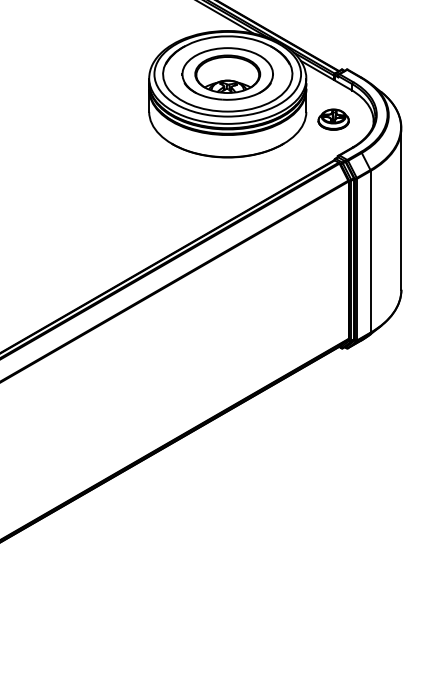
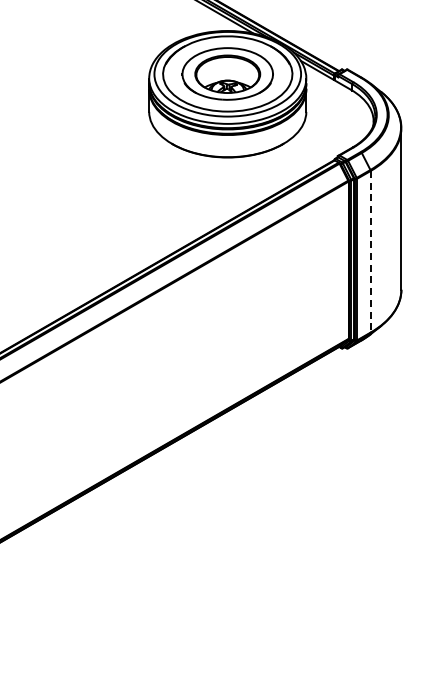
part at (333, 119): present -> none
line at (370, 251): solid -> dashed
